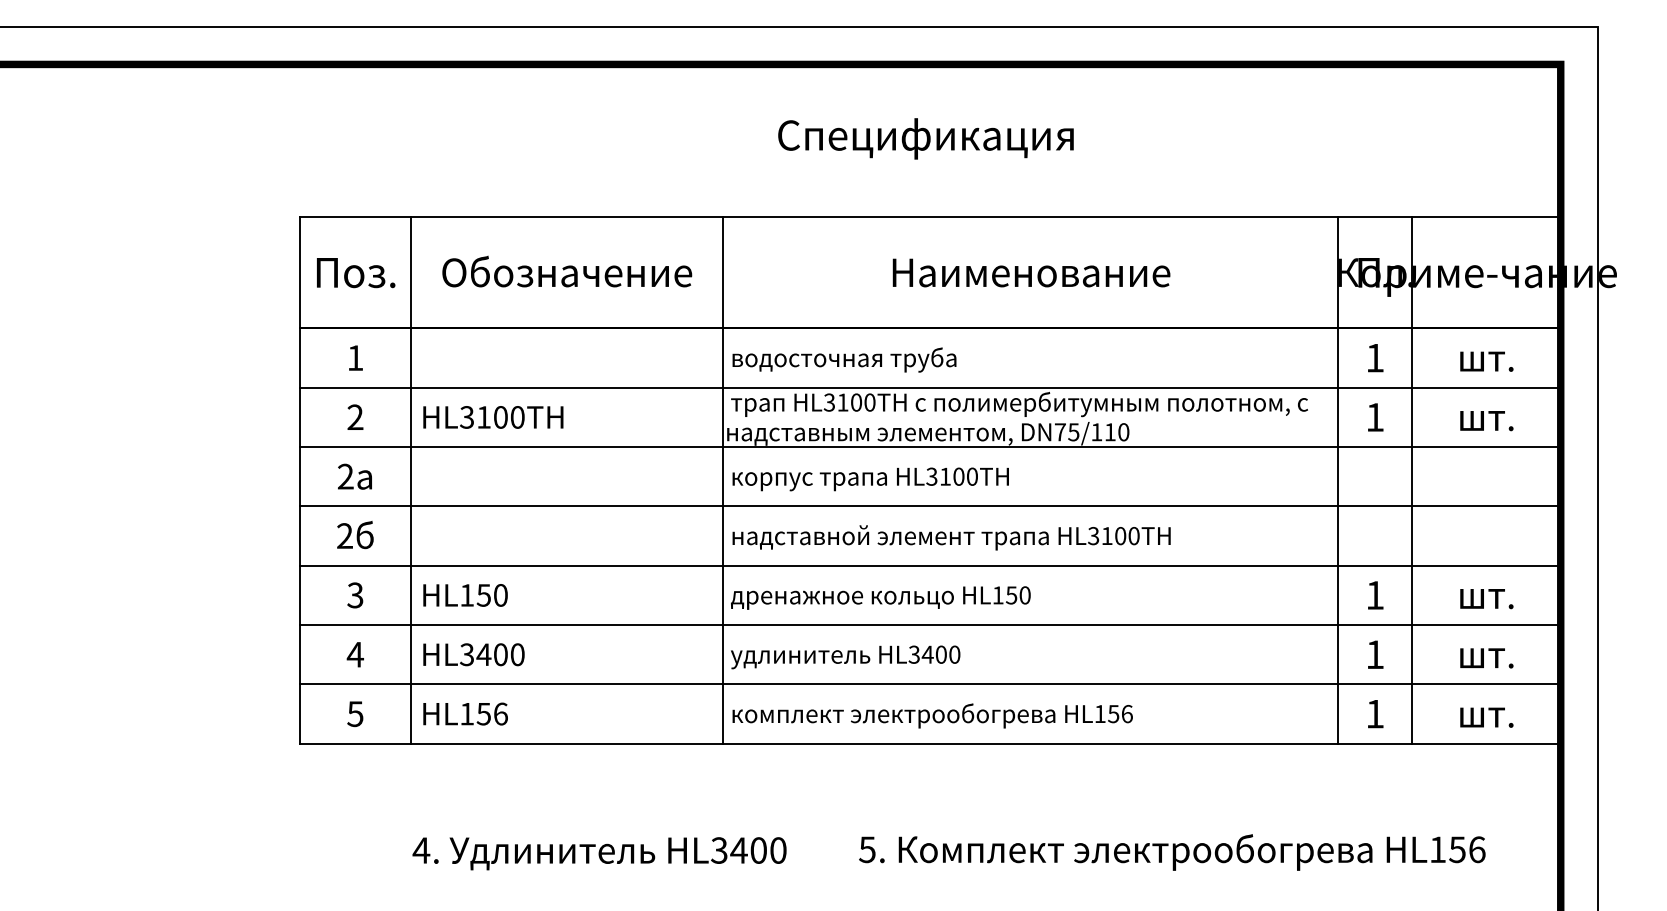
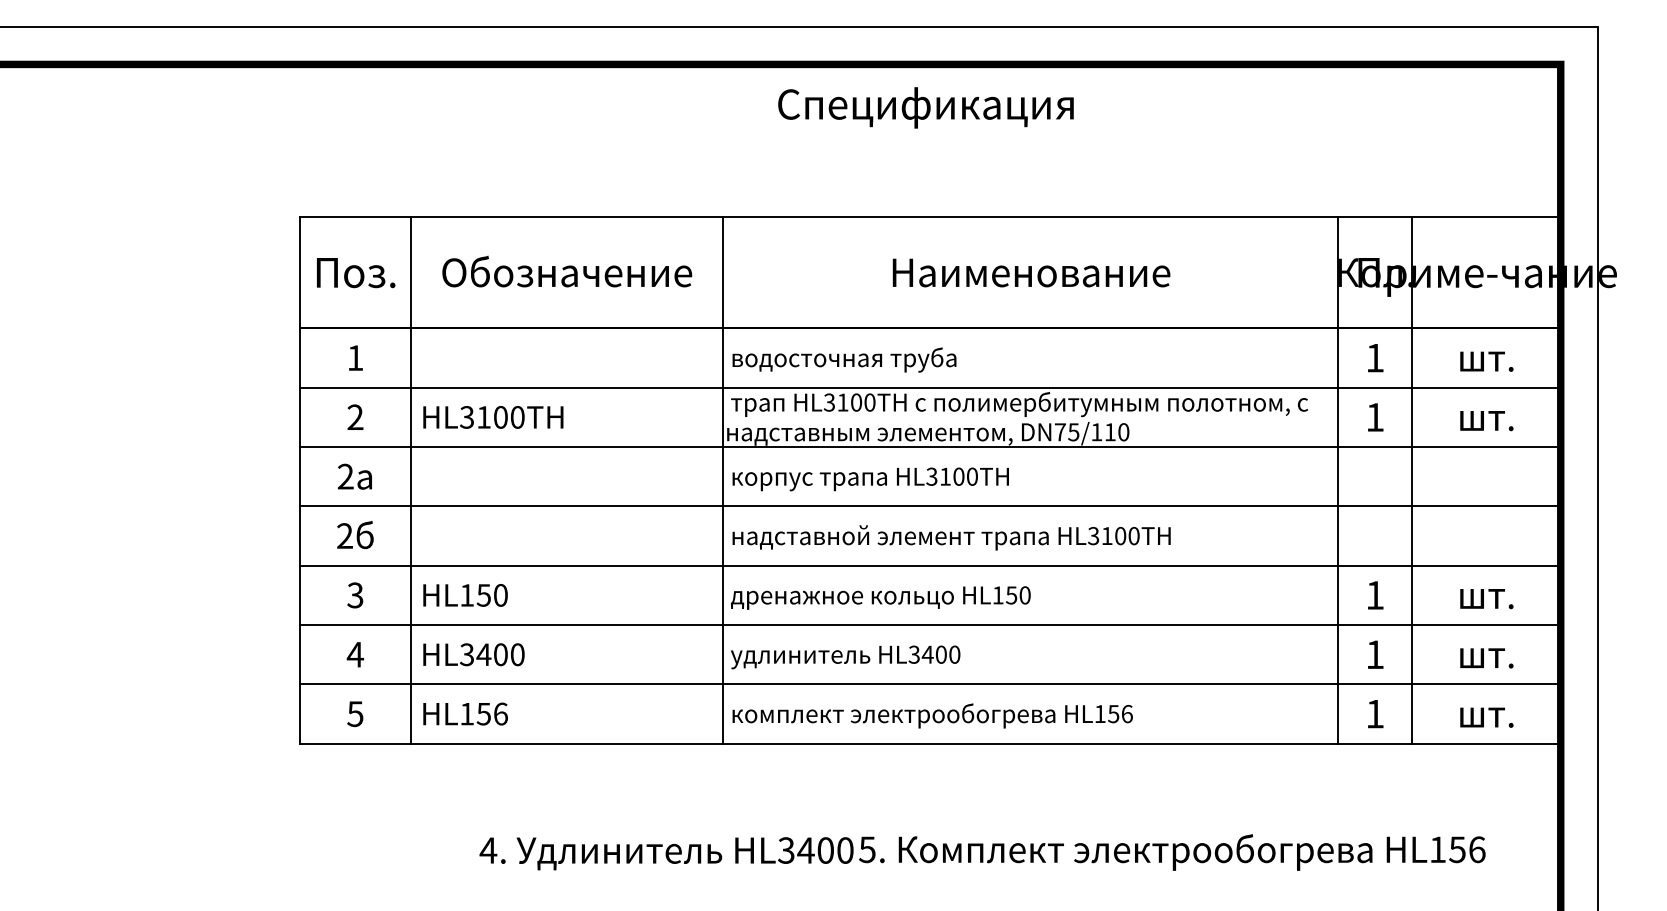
text at (925, 138) position: (925, 138) -> (925, 107)
text at (599, 853) position: (599, 853) -> (666, 853)
